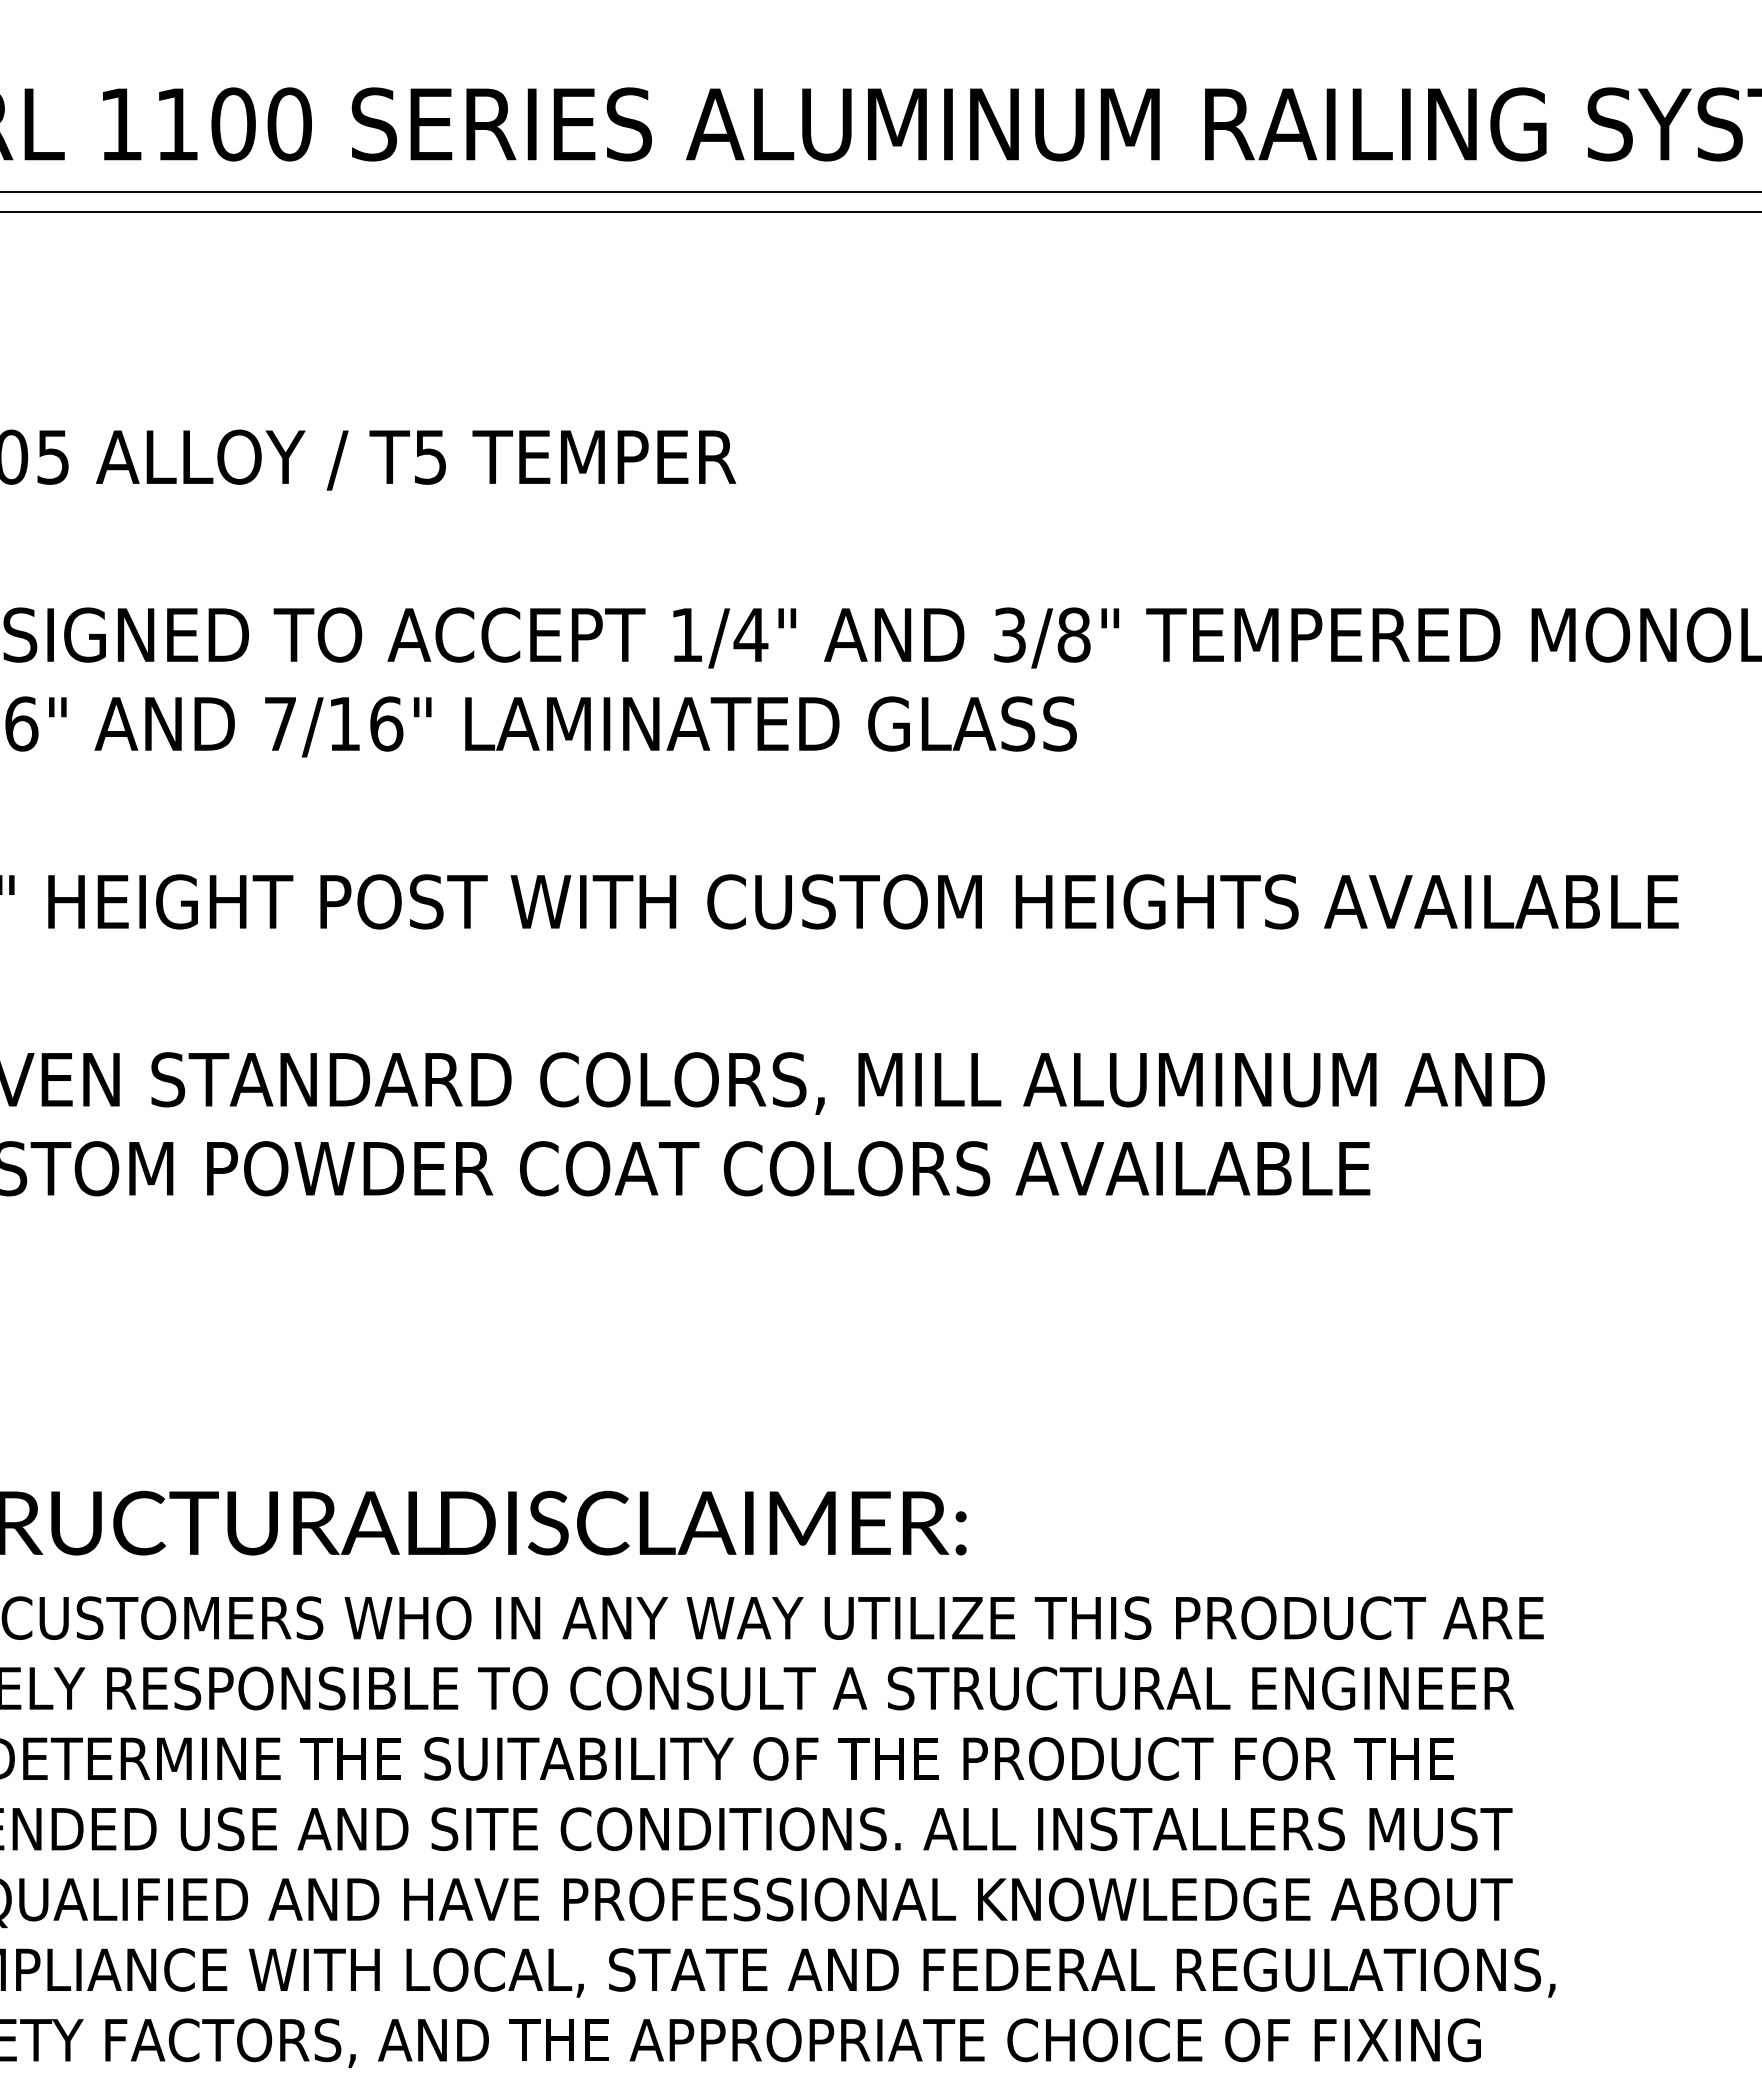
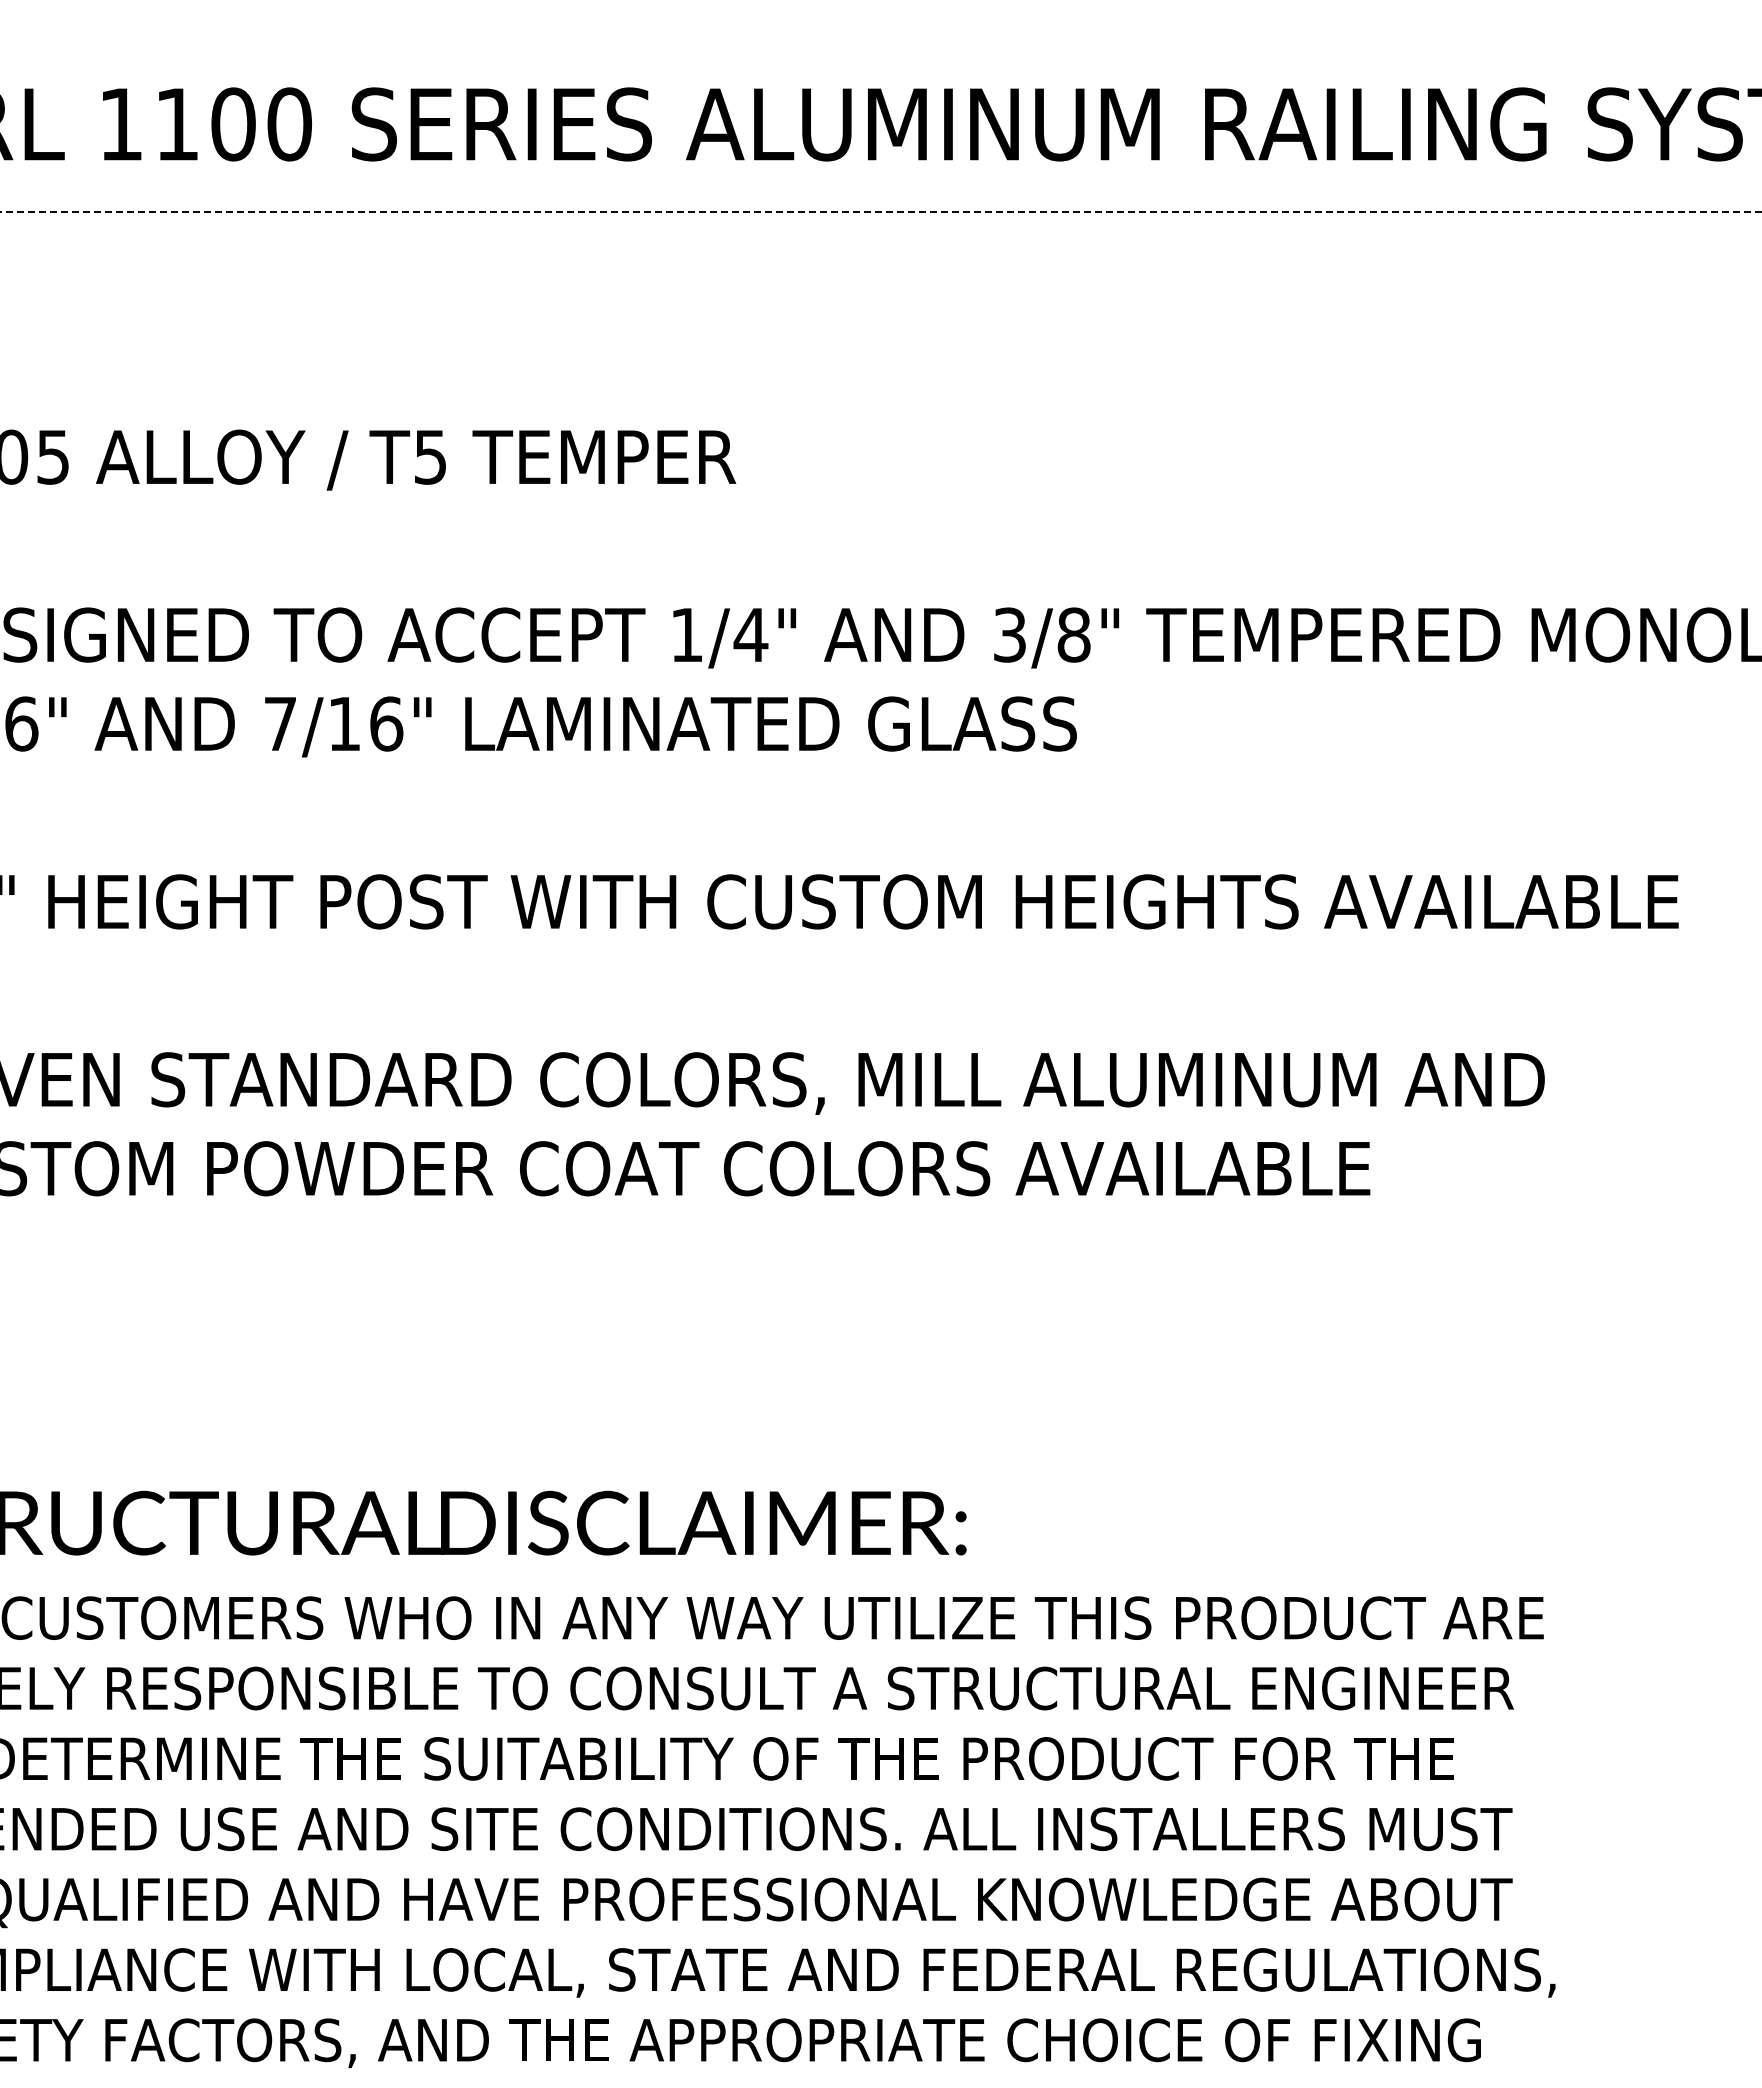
line at (880, 191): present -> none
line at (881, 211): solid -> dashed
